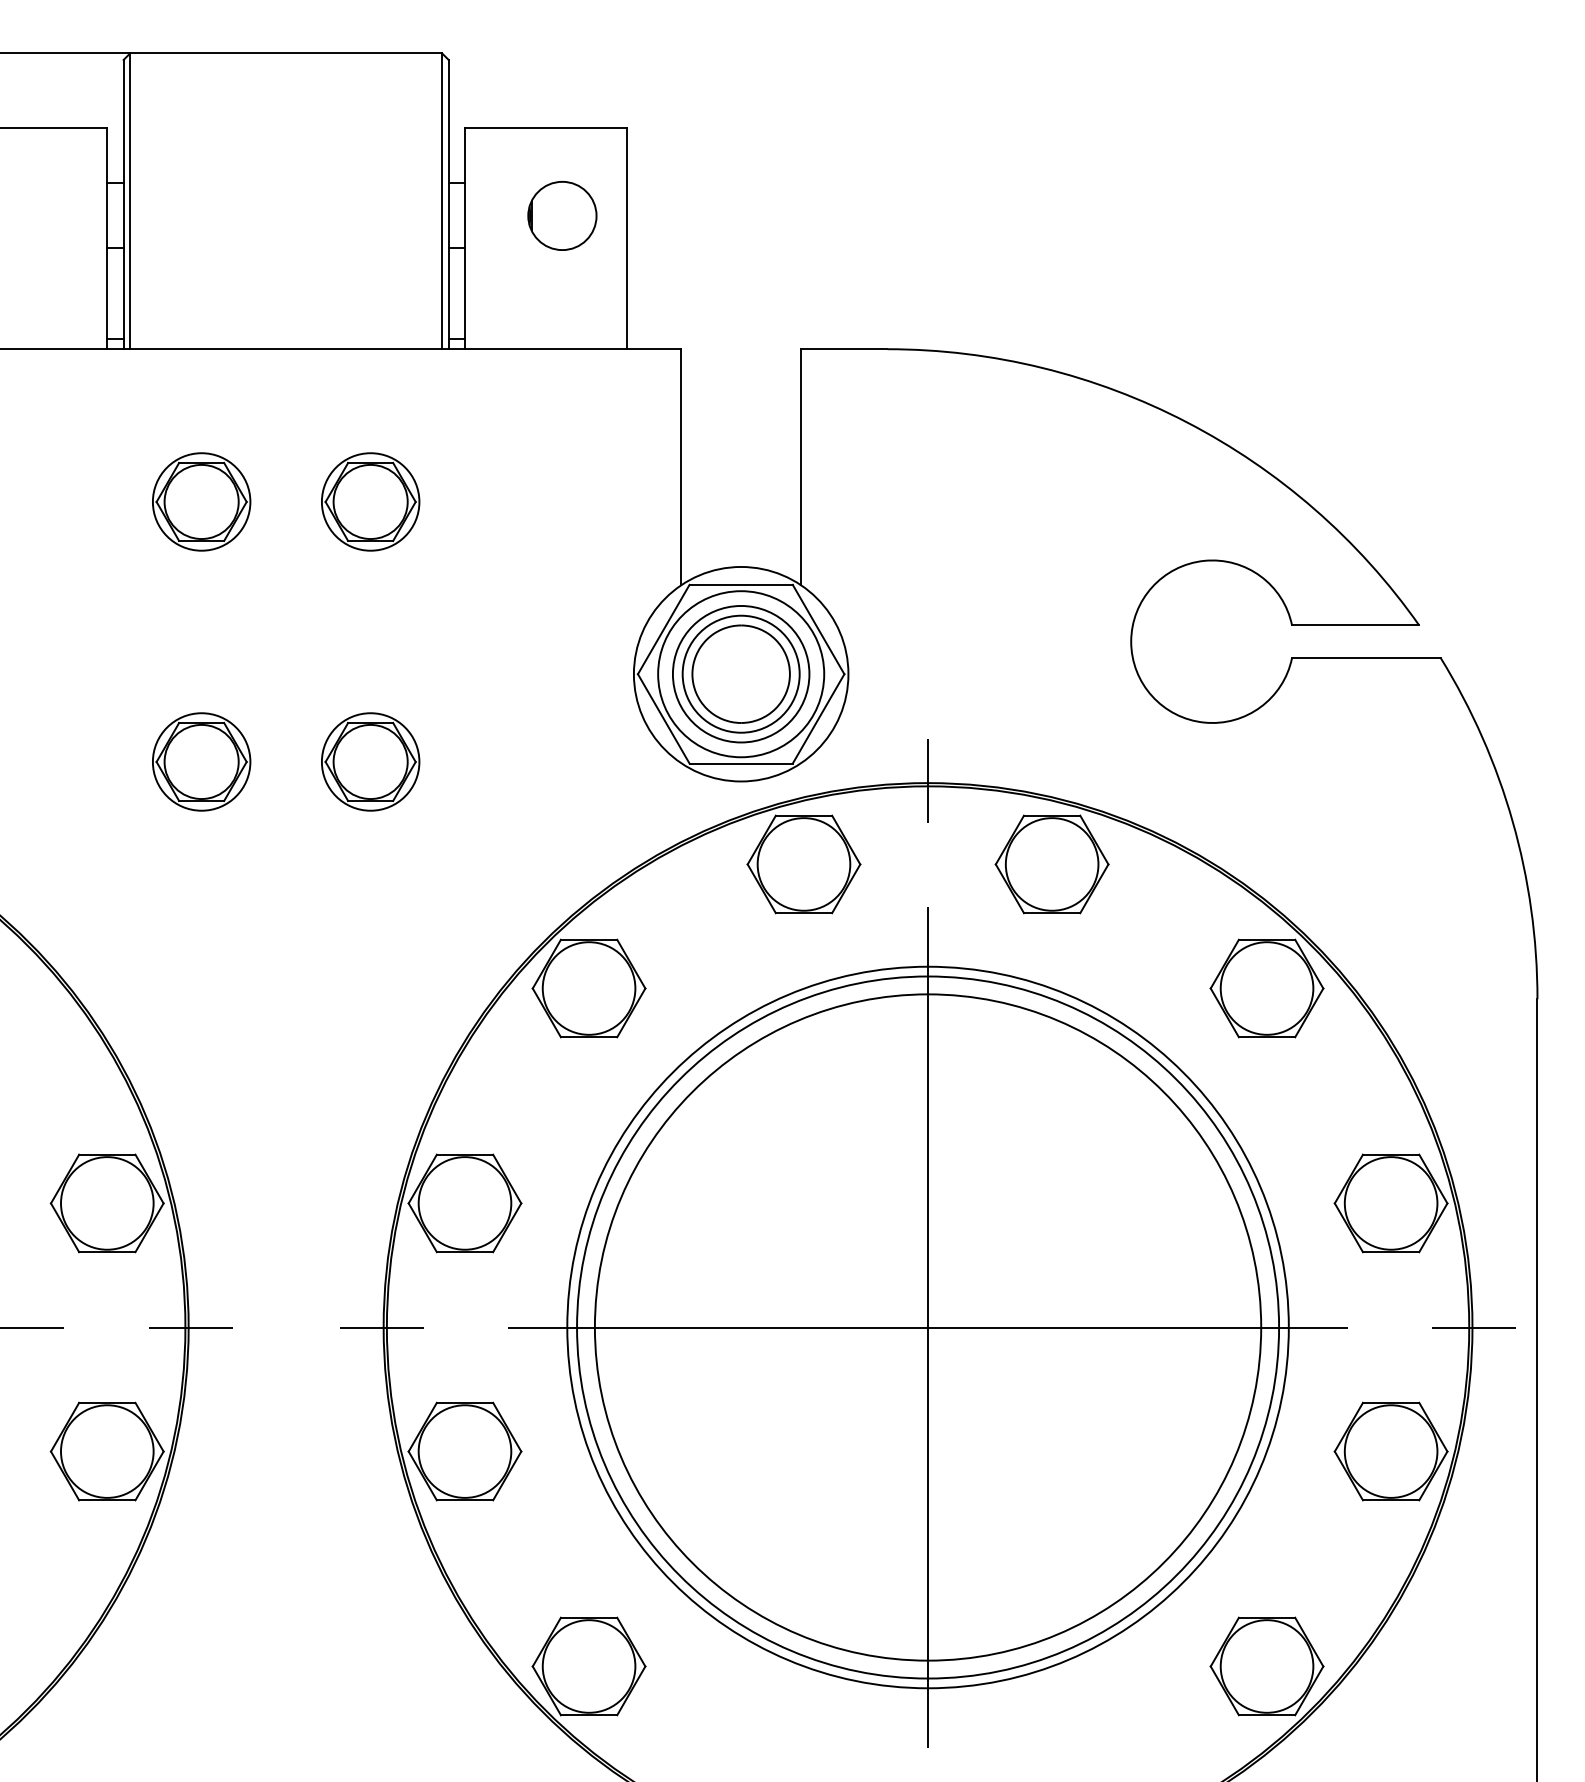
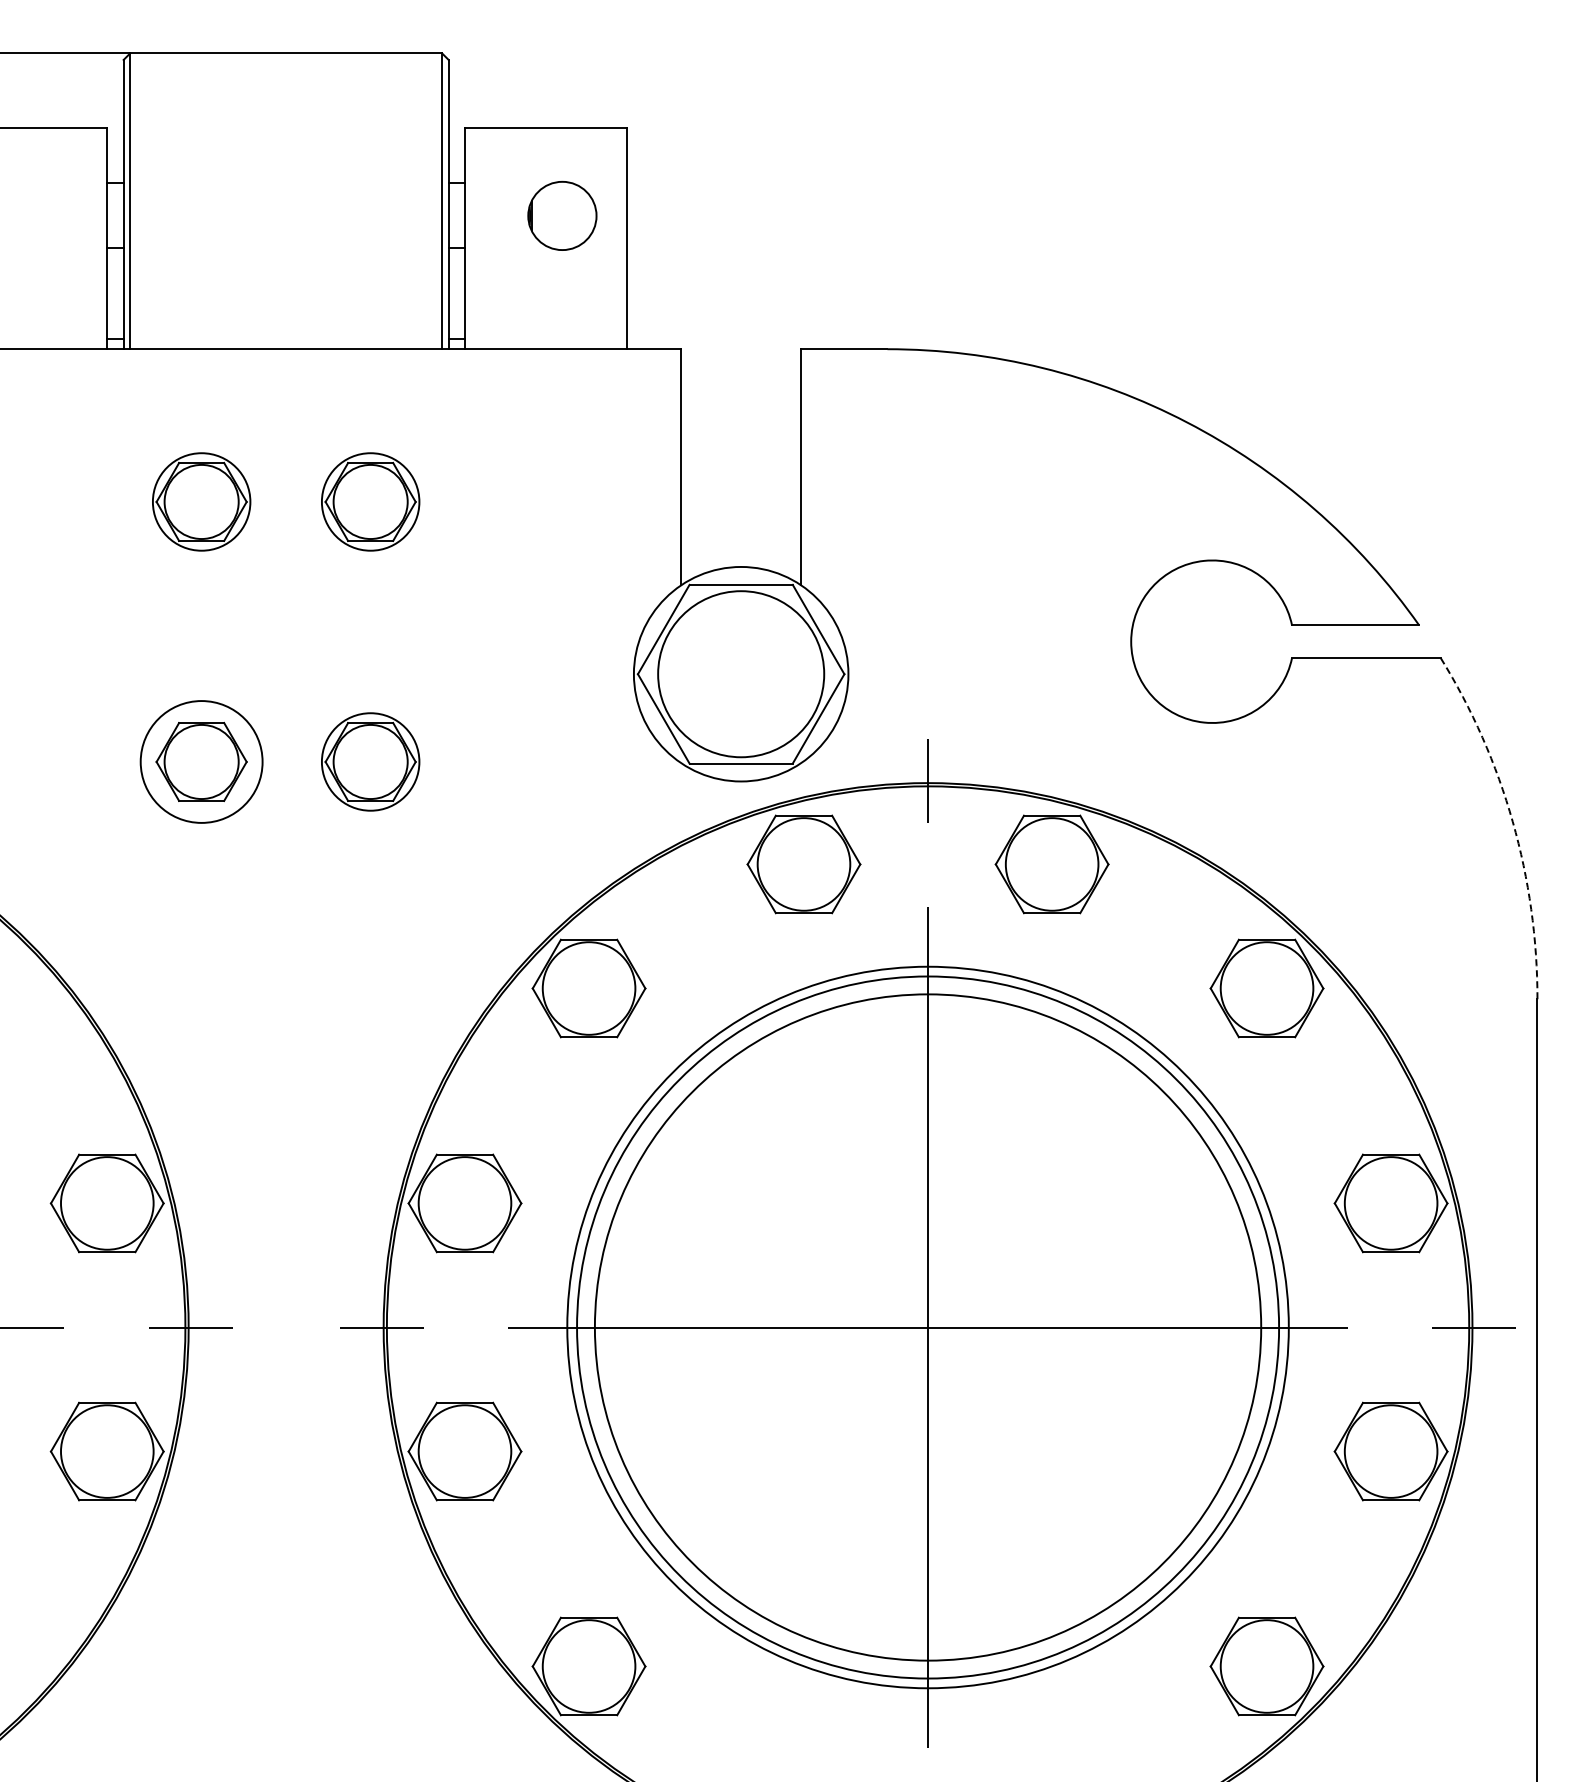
part at (741, 674): present -> none
circle at (201, 761) diameter: 98 px -> 122 px
arc at (1512, 821): solid -> dashed
